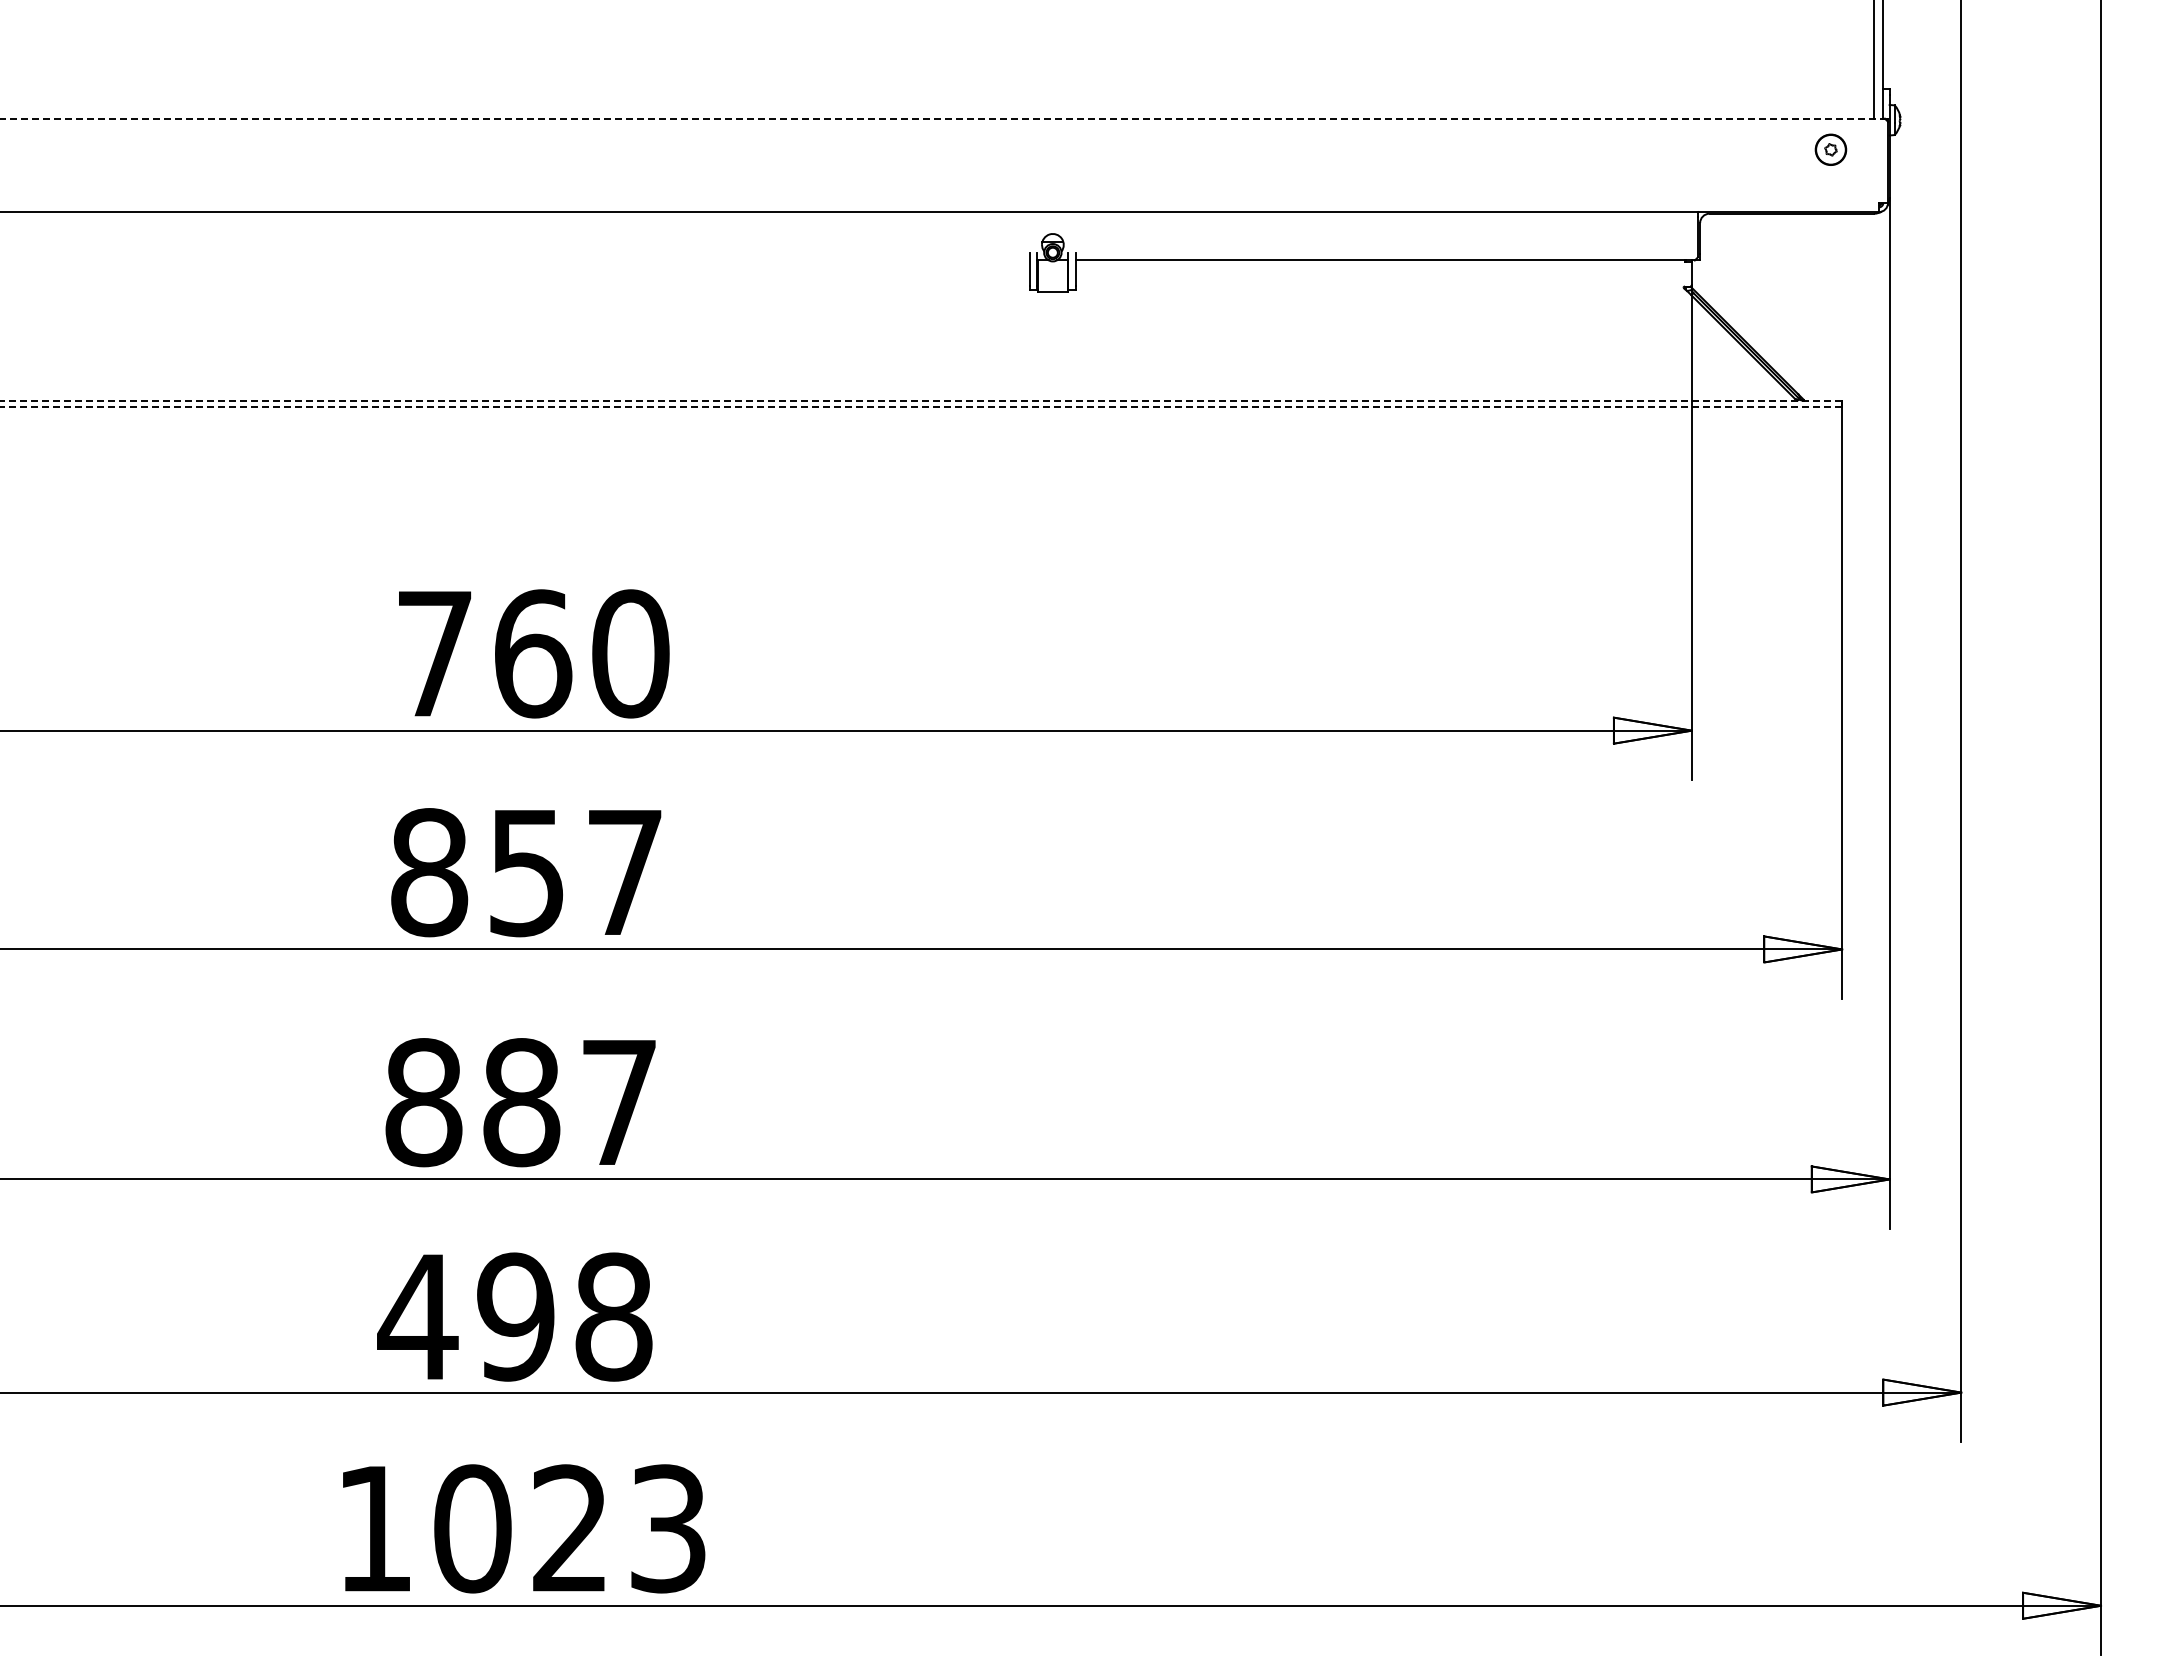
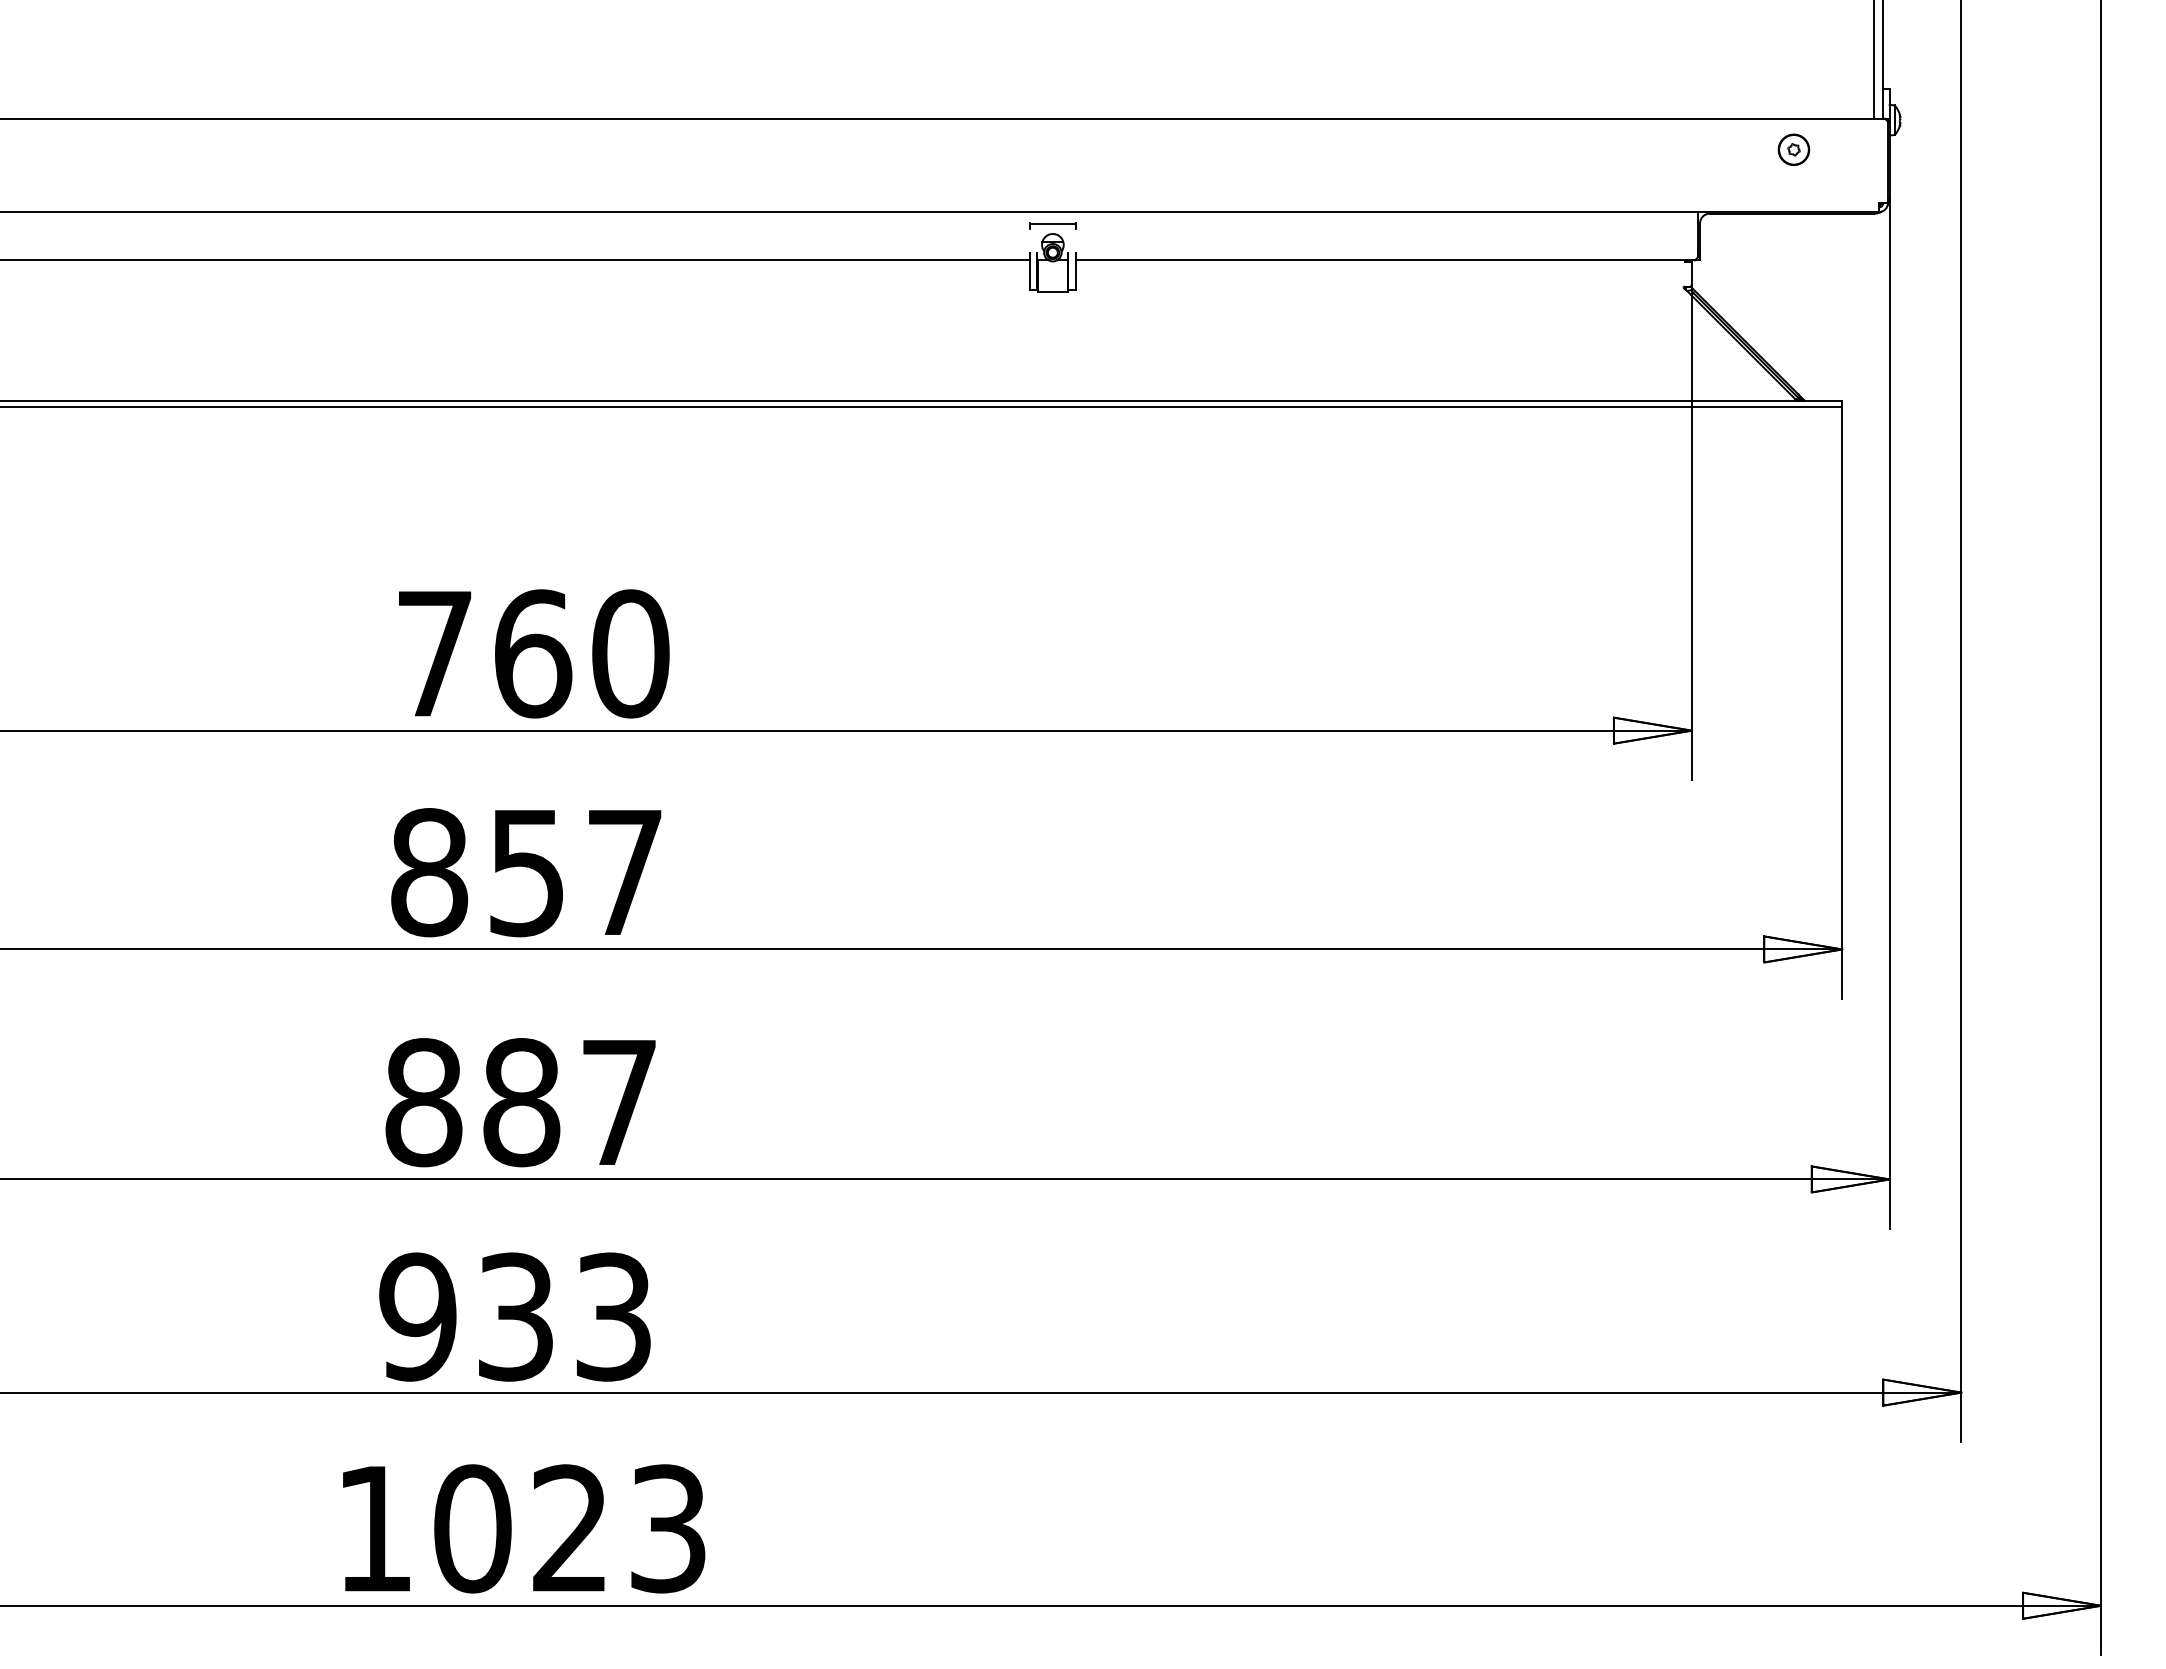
line at (942, 118): dashed -> solid
part at (1830, 149) position: (1830, 149) -> (1793, 149)
part at (1052, 225): none -> present
line at (515, 260): none -> present
line at (921, 400): dashed -> solid
line at (921, 406): dashed -> solid
text at (514, 1316): 498 -> 933
